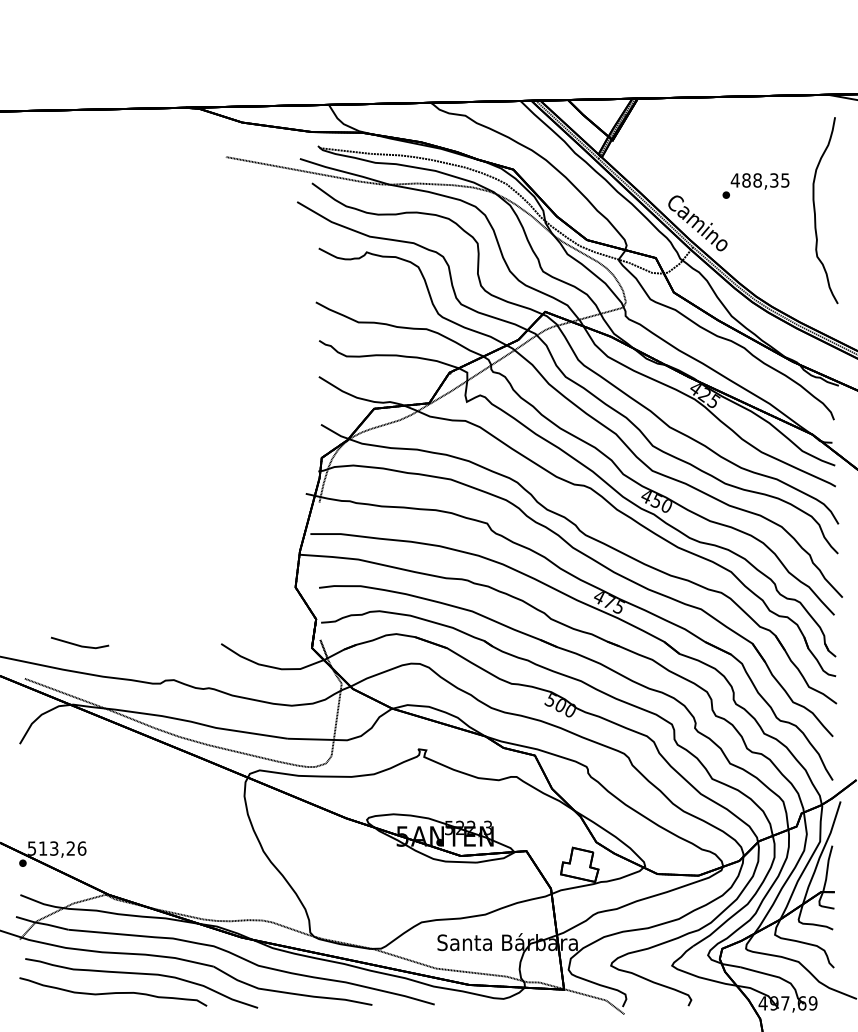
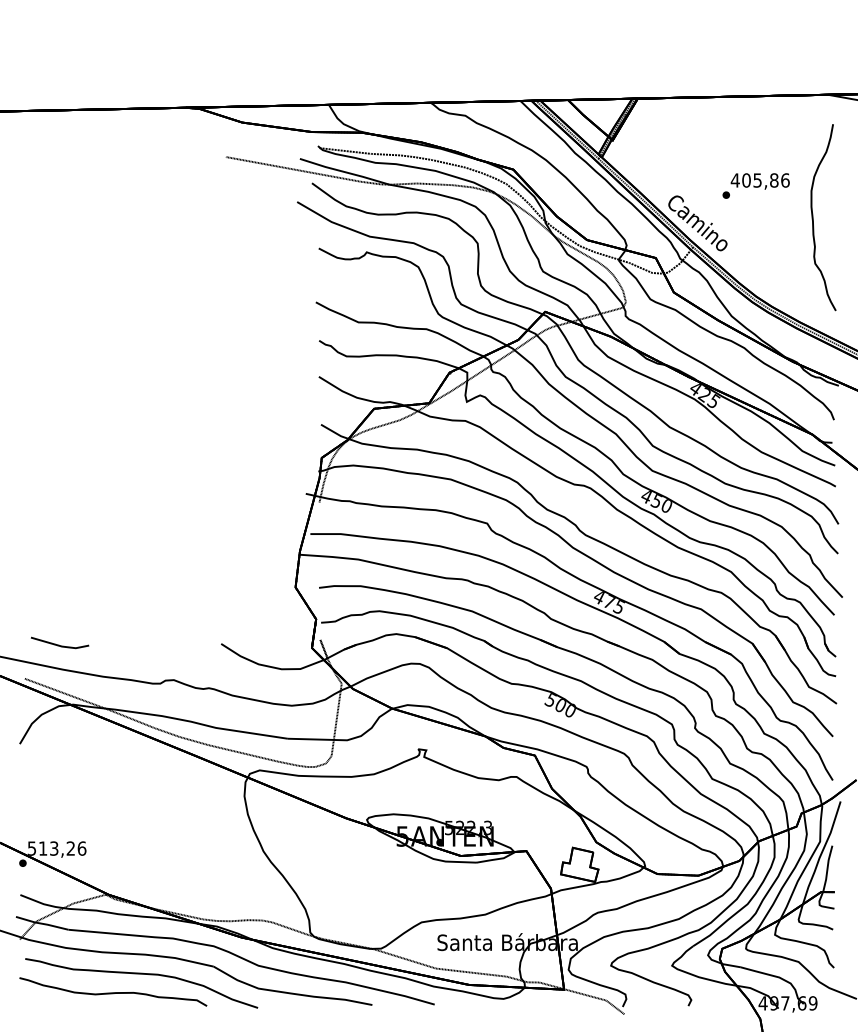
text at (765, 180): 488,35 -> 405,86
curve at (815, 210) position: (815, 210) -> (813, 217)
line at (79, 644) position: (79, 644) -> (59, 644)
